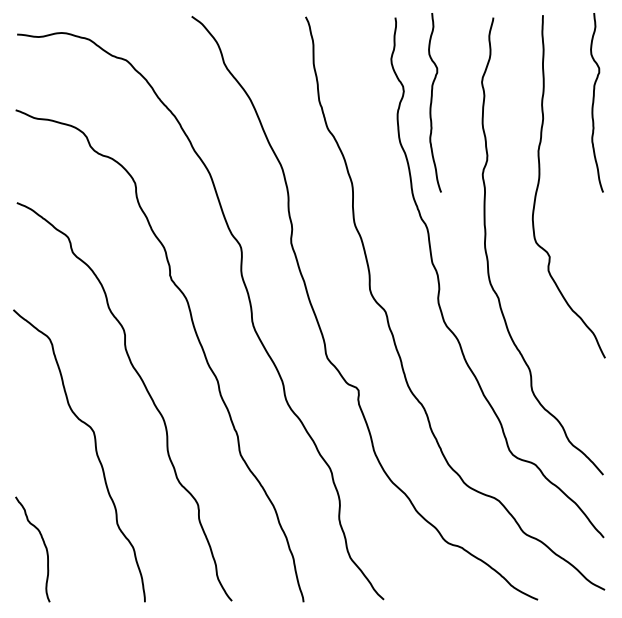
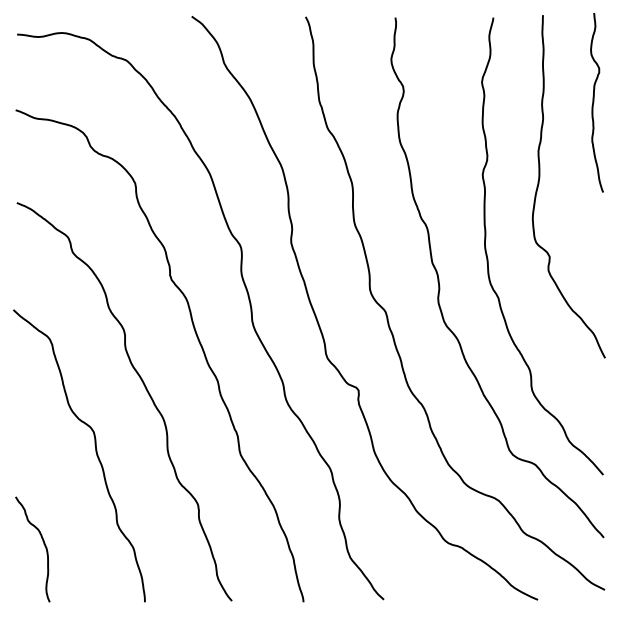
curve at (432, 102): present -> none
